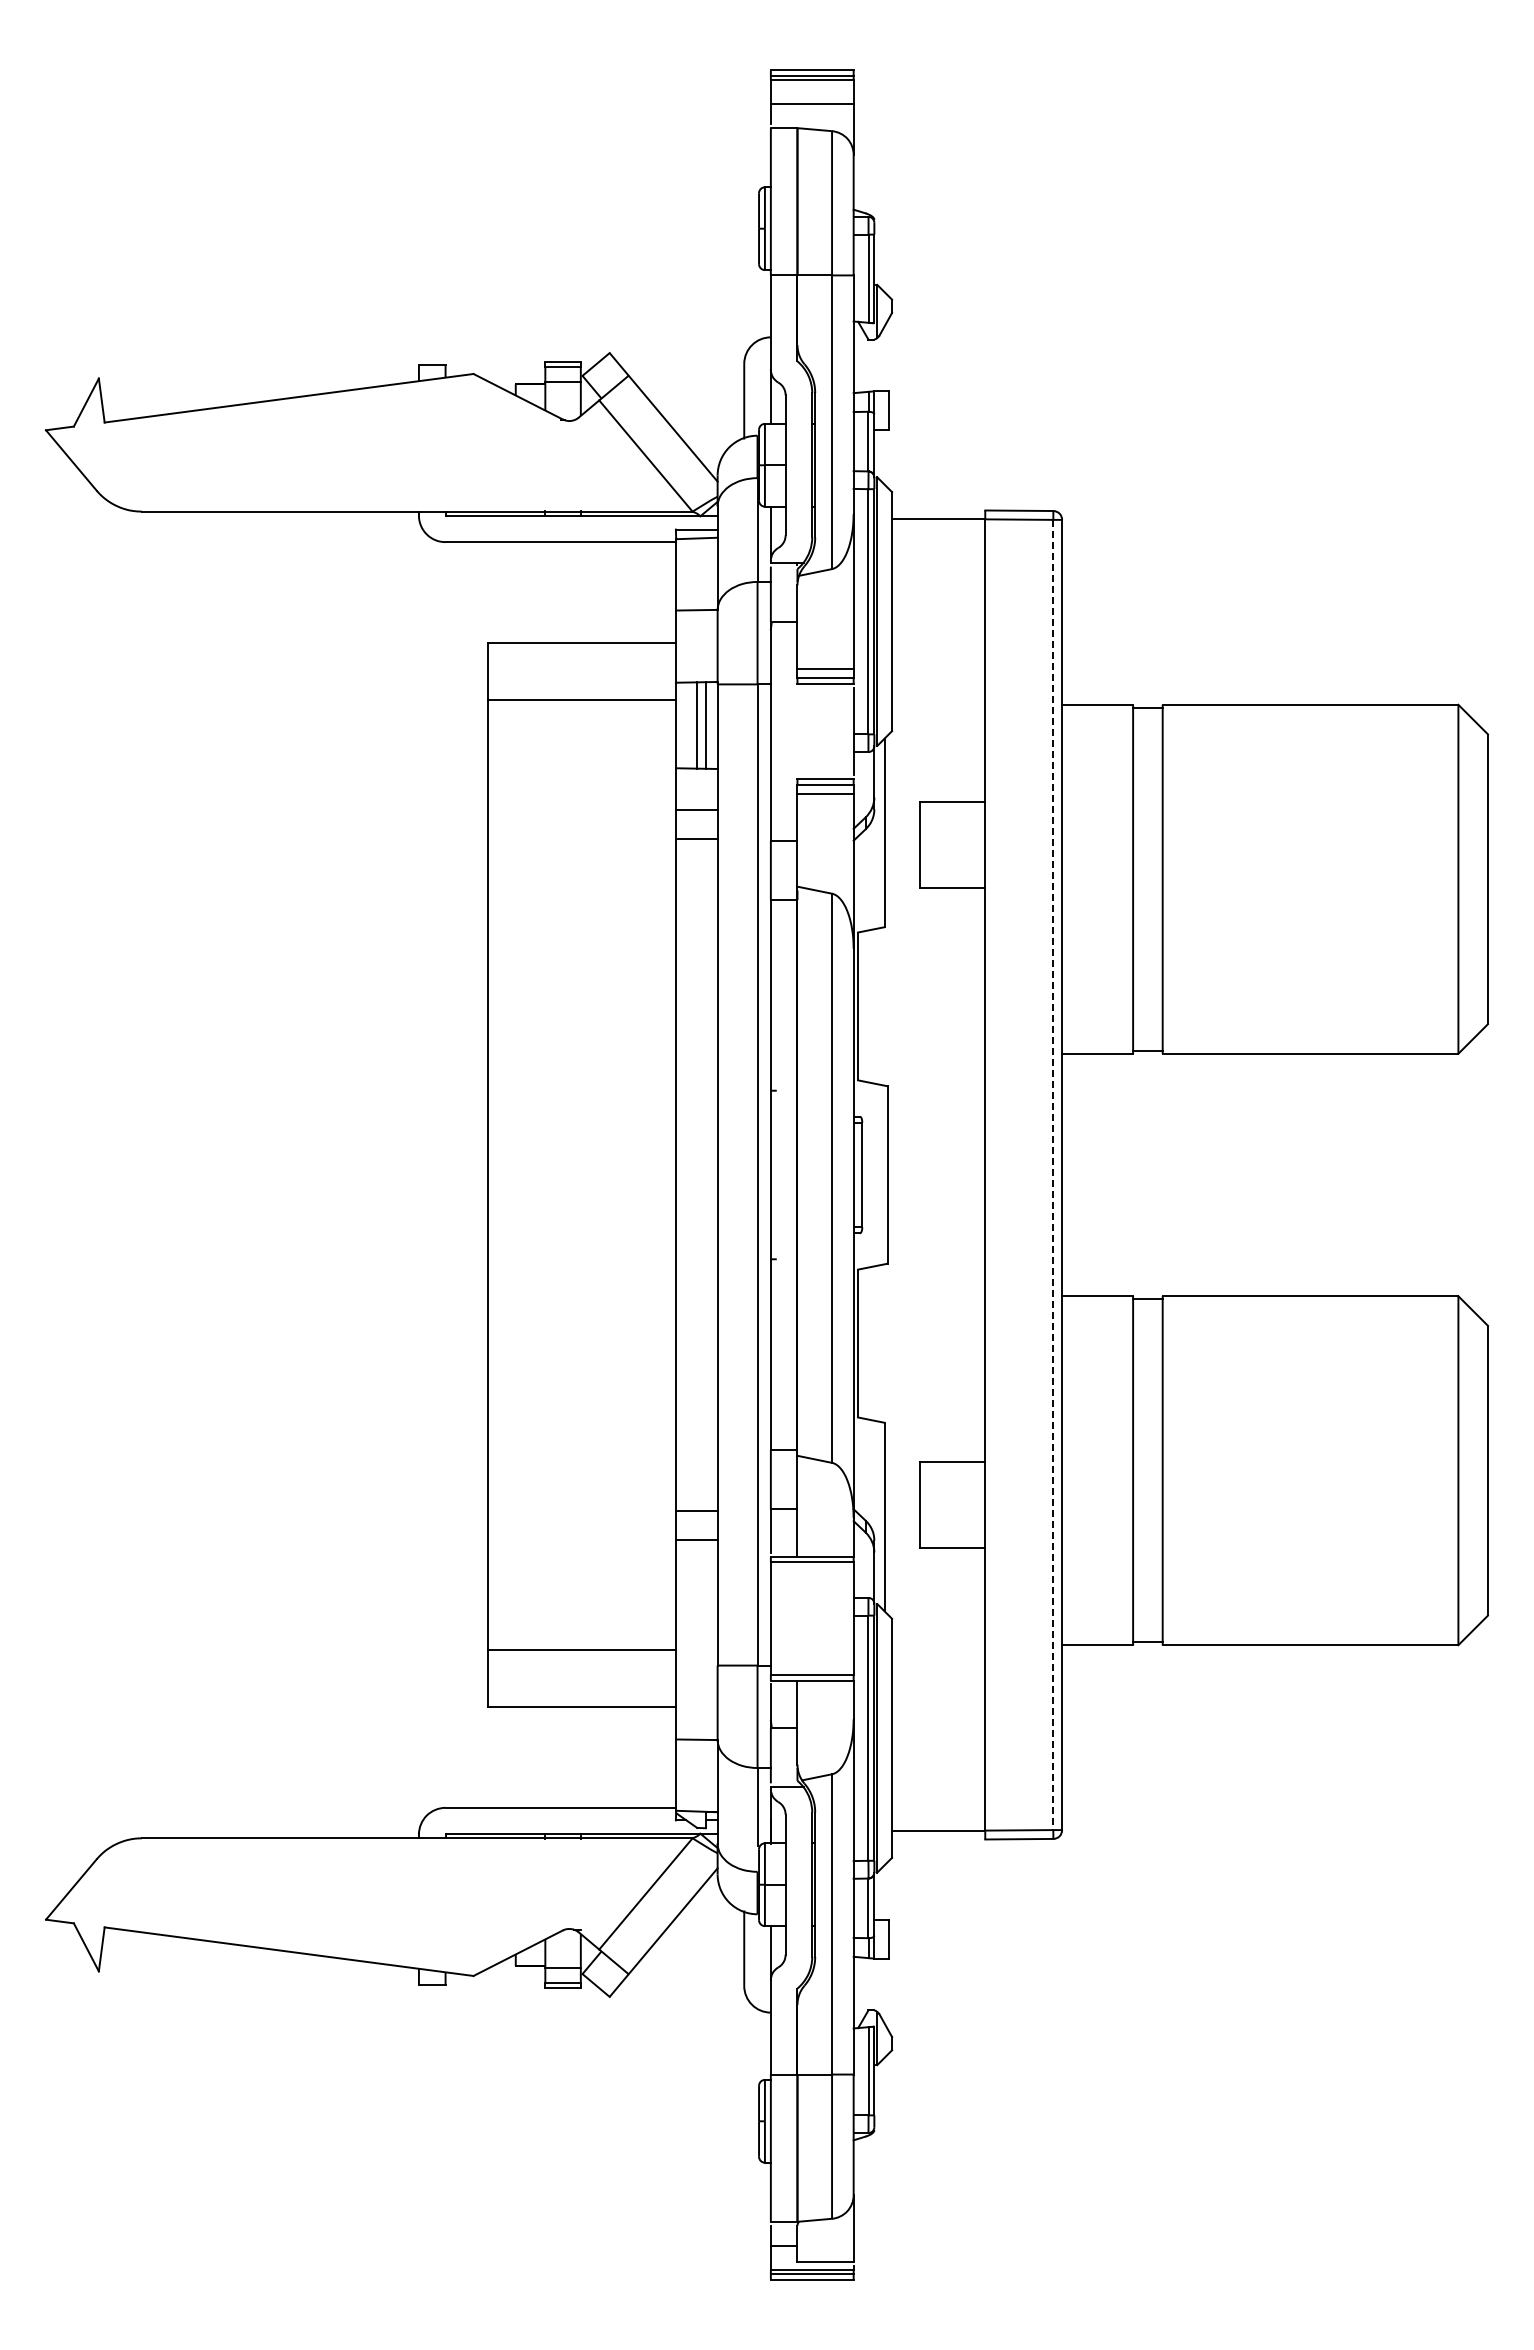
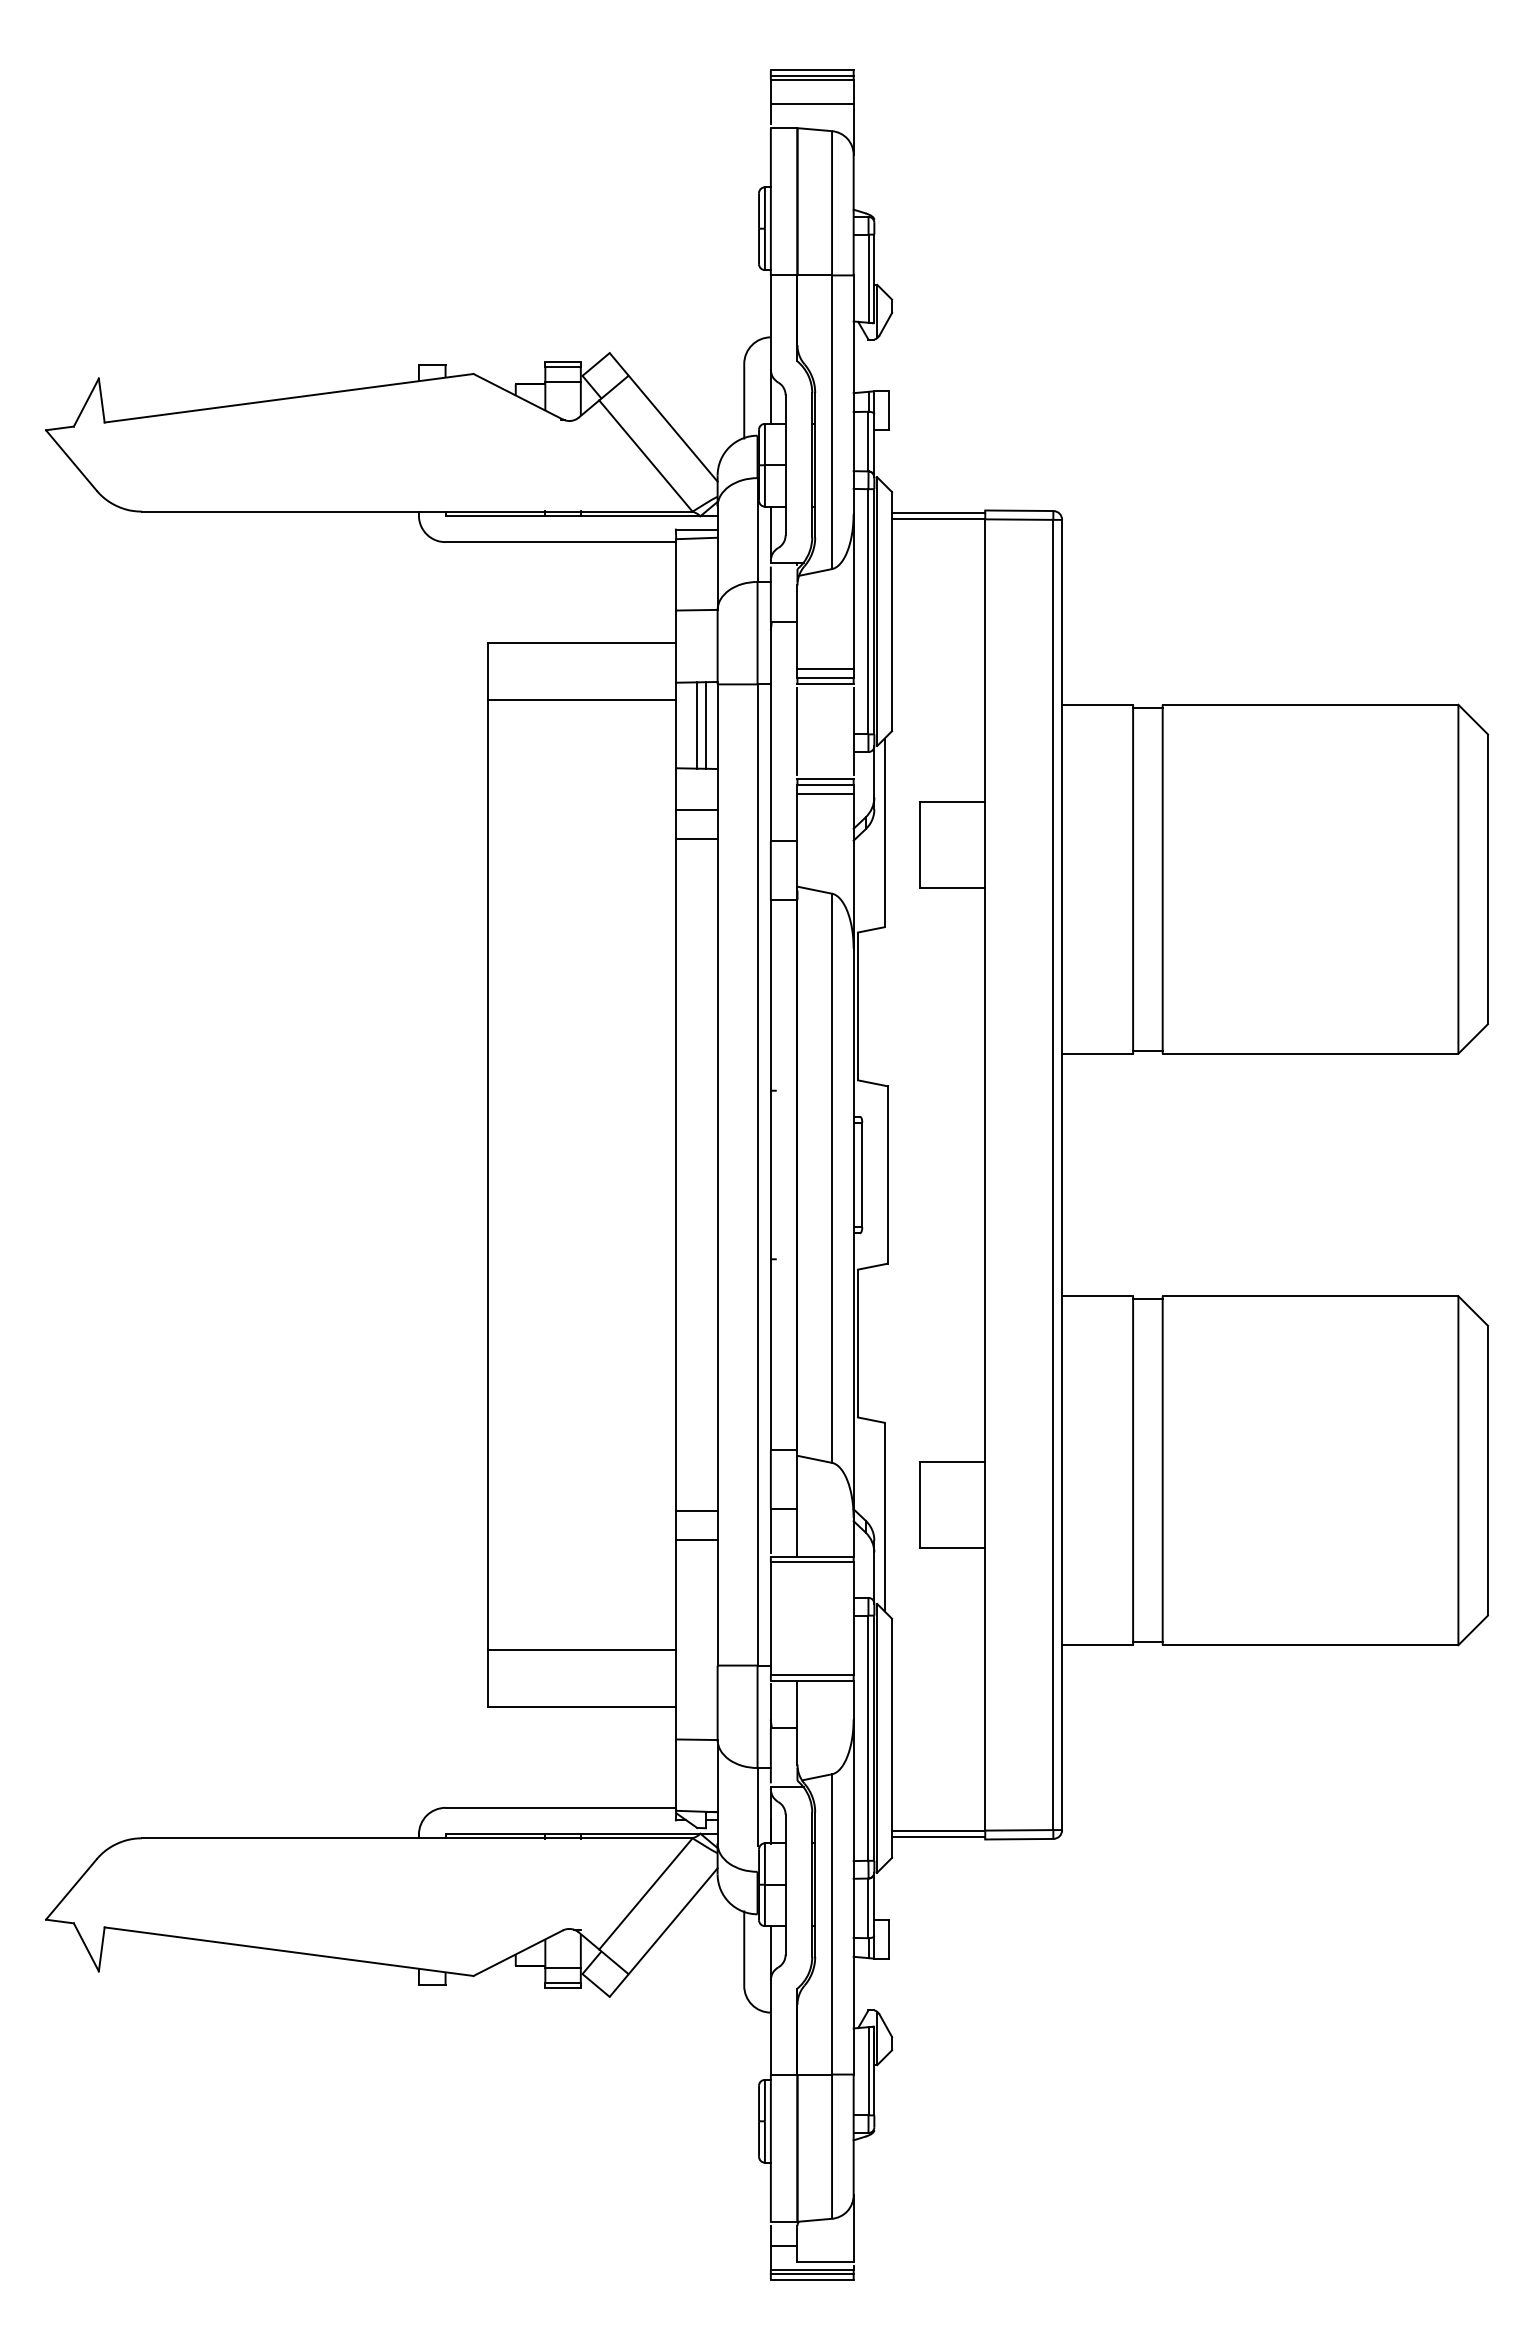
line at (938, 513): none -> present
line at (797, 730): none -> present
line at (1053, 1175): dashed -> solid
line at (938, 1836): none -> present
